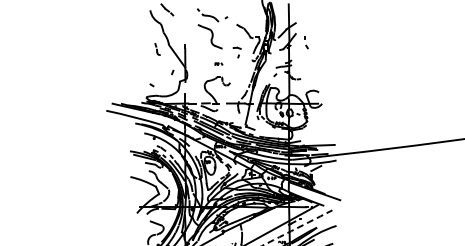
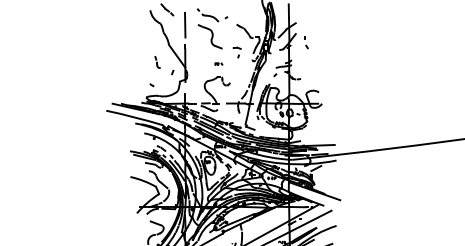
line at (185, 24): none -> present
part at (157, 49) position: (157, 49) -> (157, 62)
arc at (297, 227): dashed -> solid
